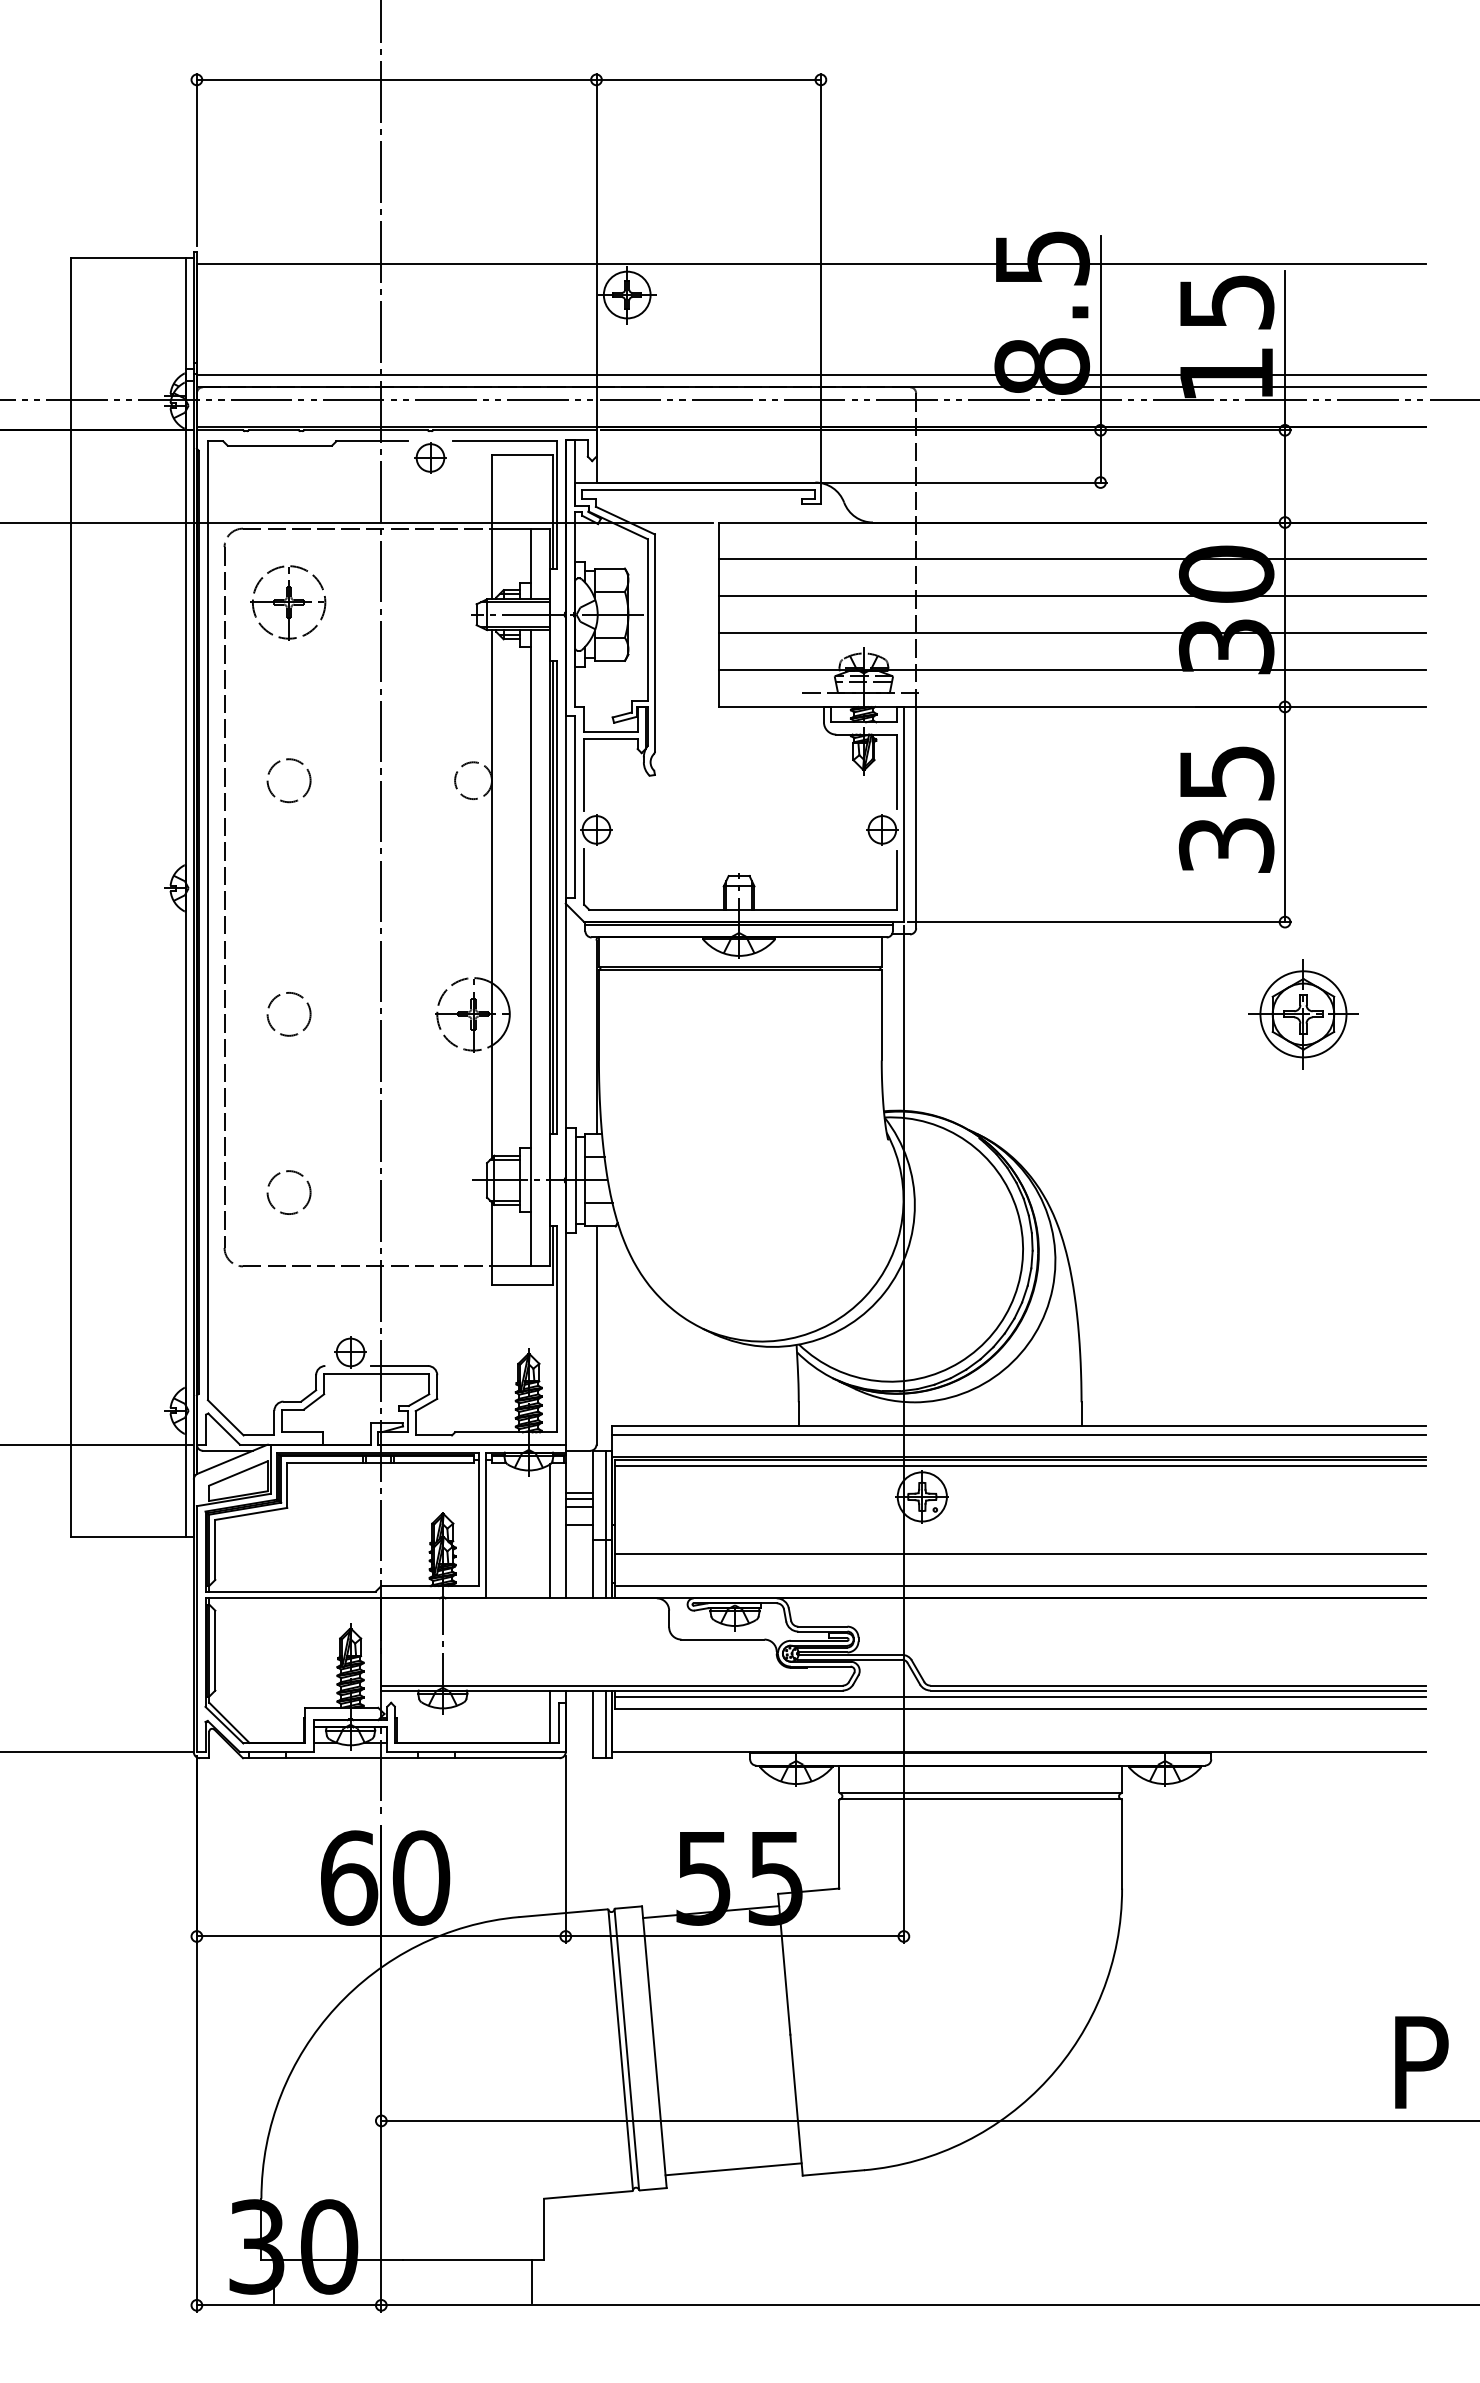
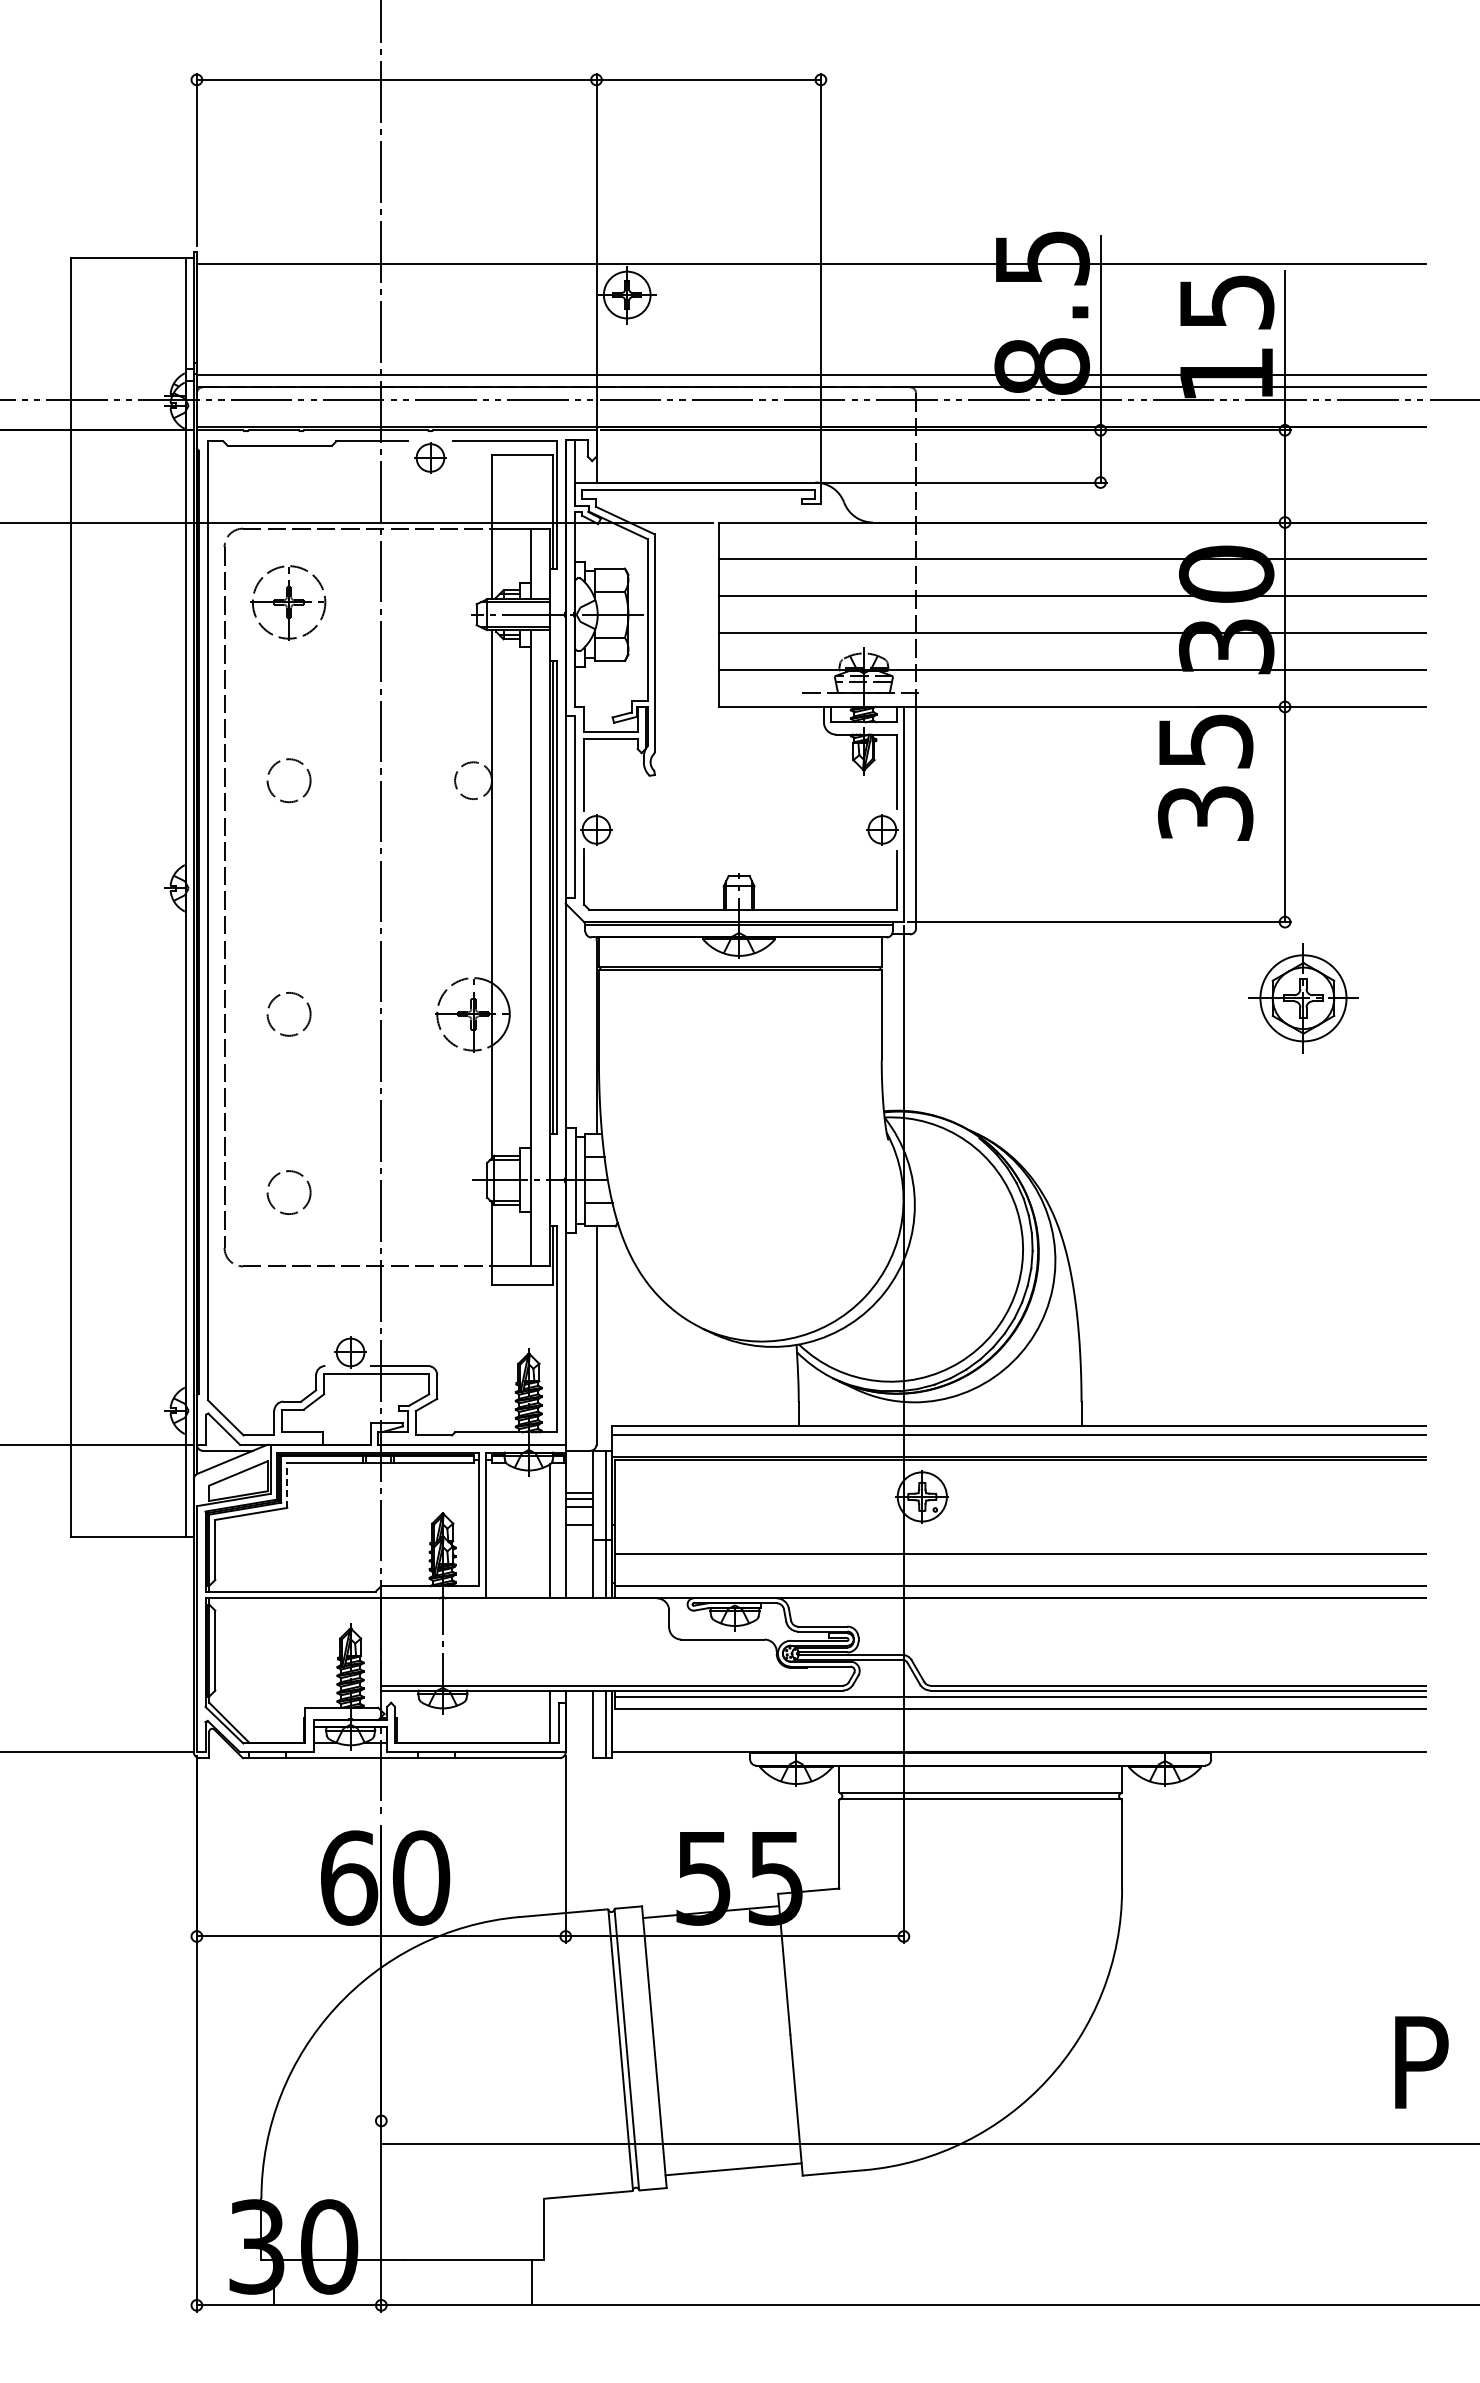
text at (1226, 809) position: (1226, 809) -> (1205, 777)
part at (1303, 1014) position: (1303, 1014) -> (1303, 998)
line at (1020, 1466): present -> none
line at (287, 1485): solid -> dashed
line at (928, 2120) position: (928, 2120) -> (928, 2143)
